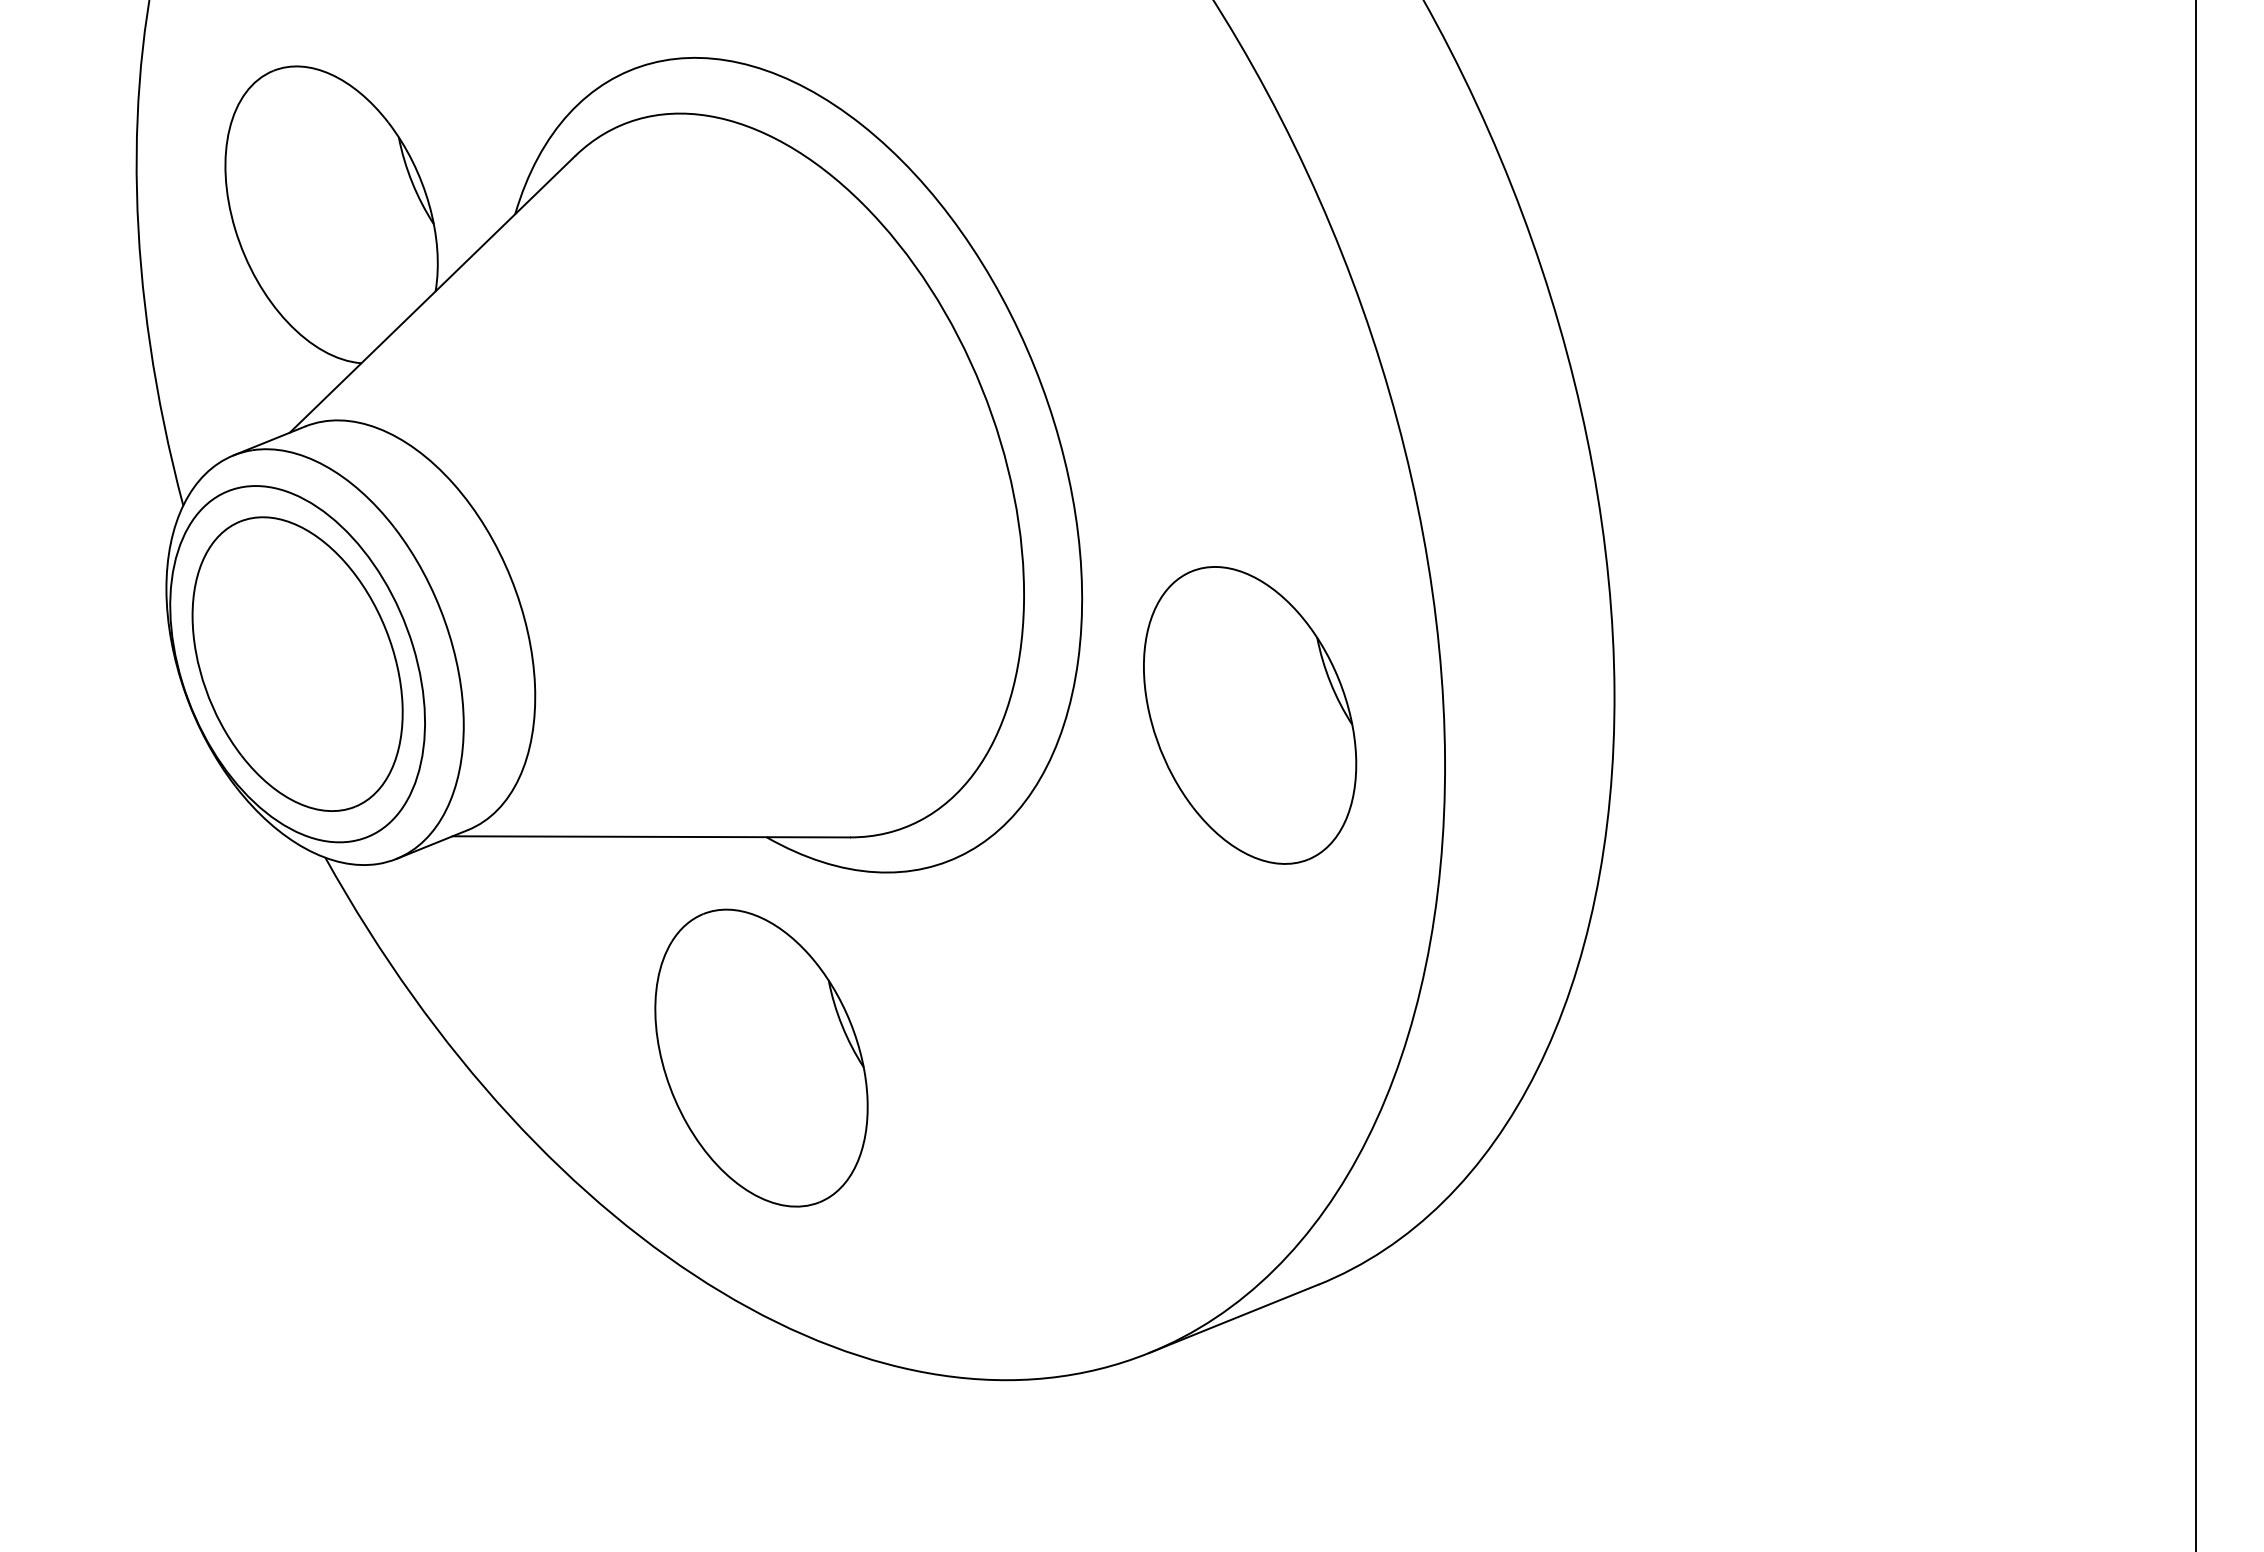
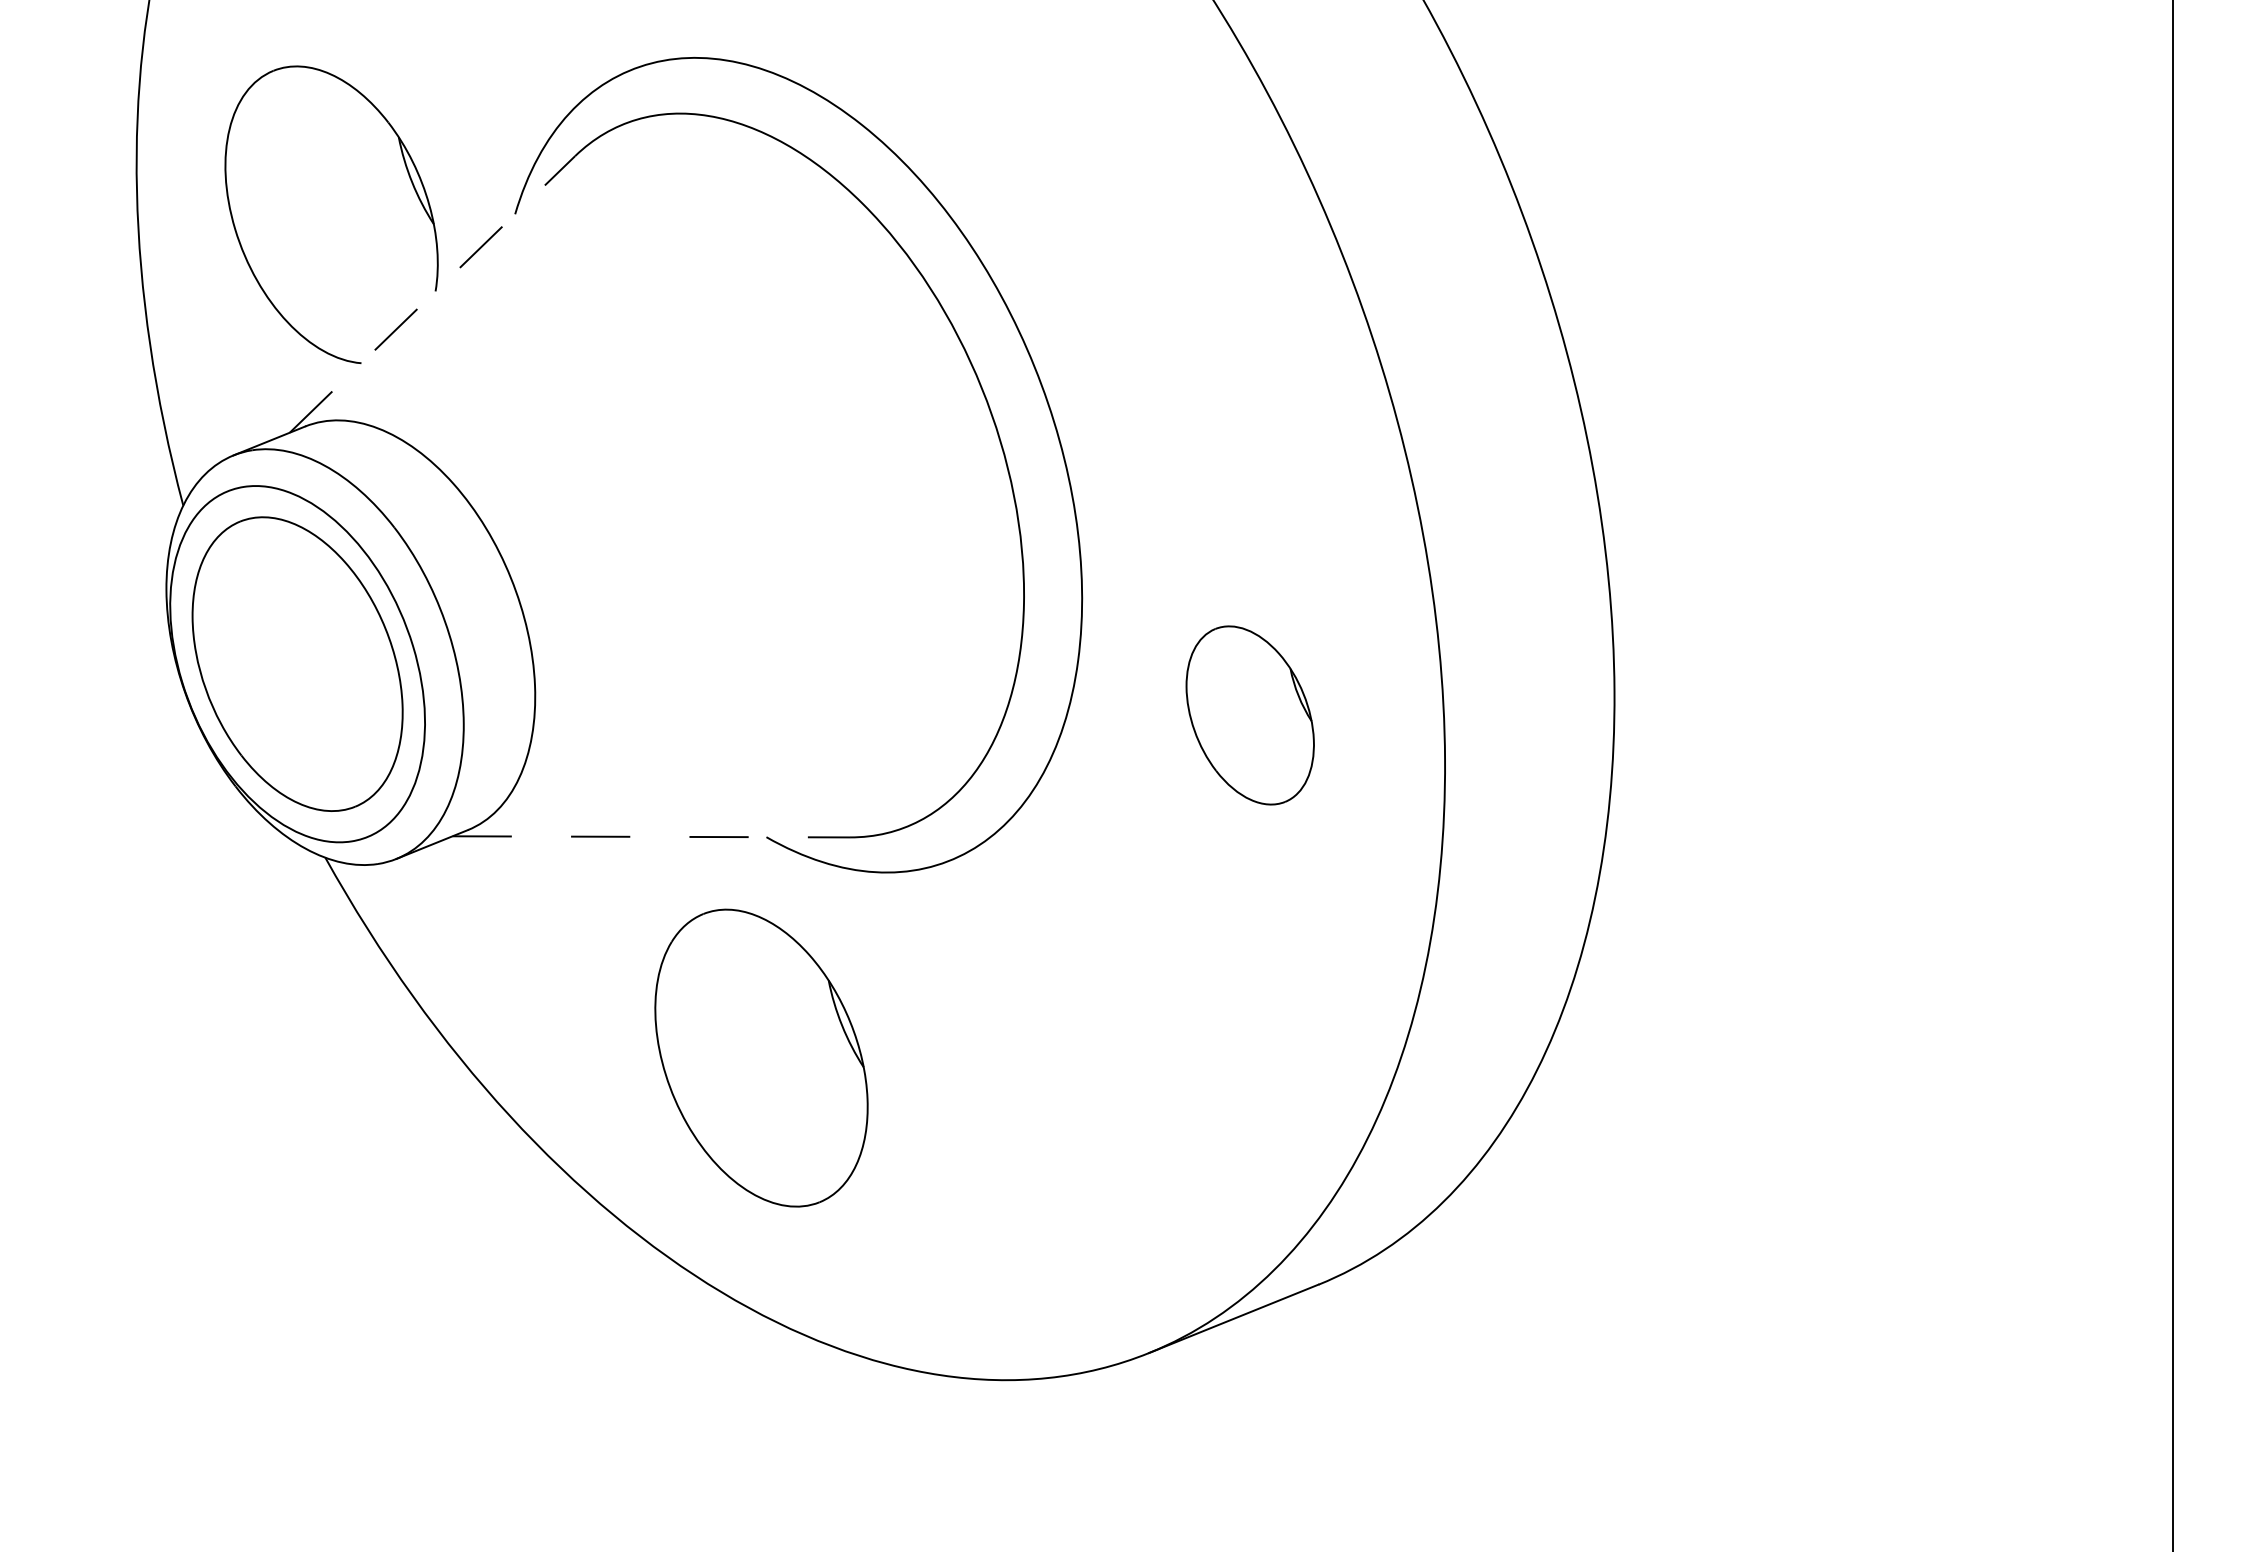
line at (432, 294): solid -> dashed
part at (1250, 715) size: 215x299 px -> 130x181 px
line at (2196, 775) position: (2196, 775) -> (2173, 775)
line at (651, 836): solid -> dashed
